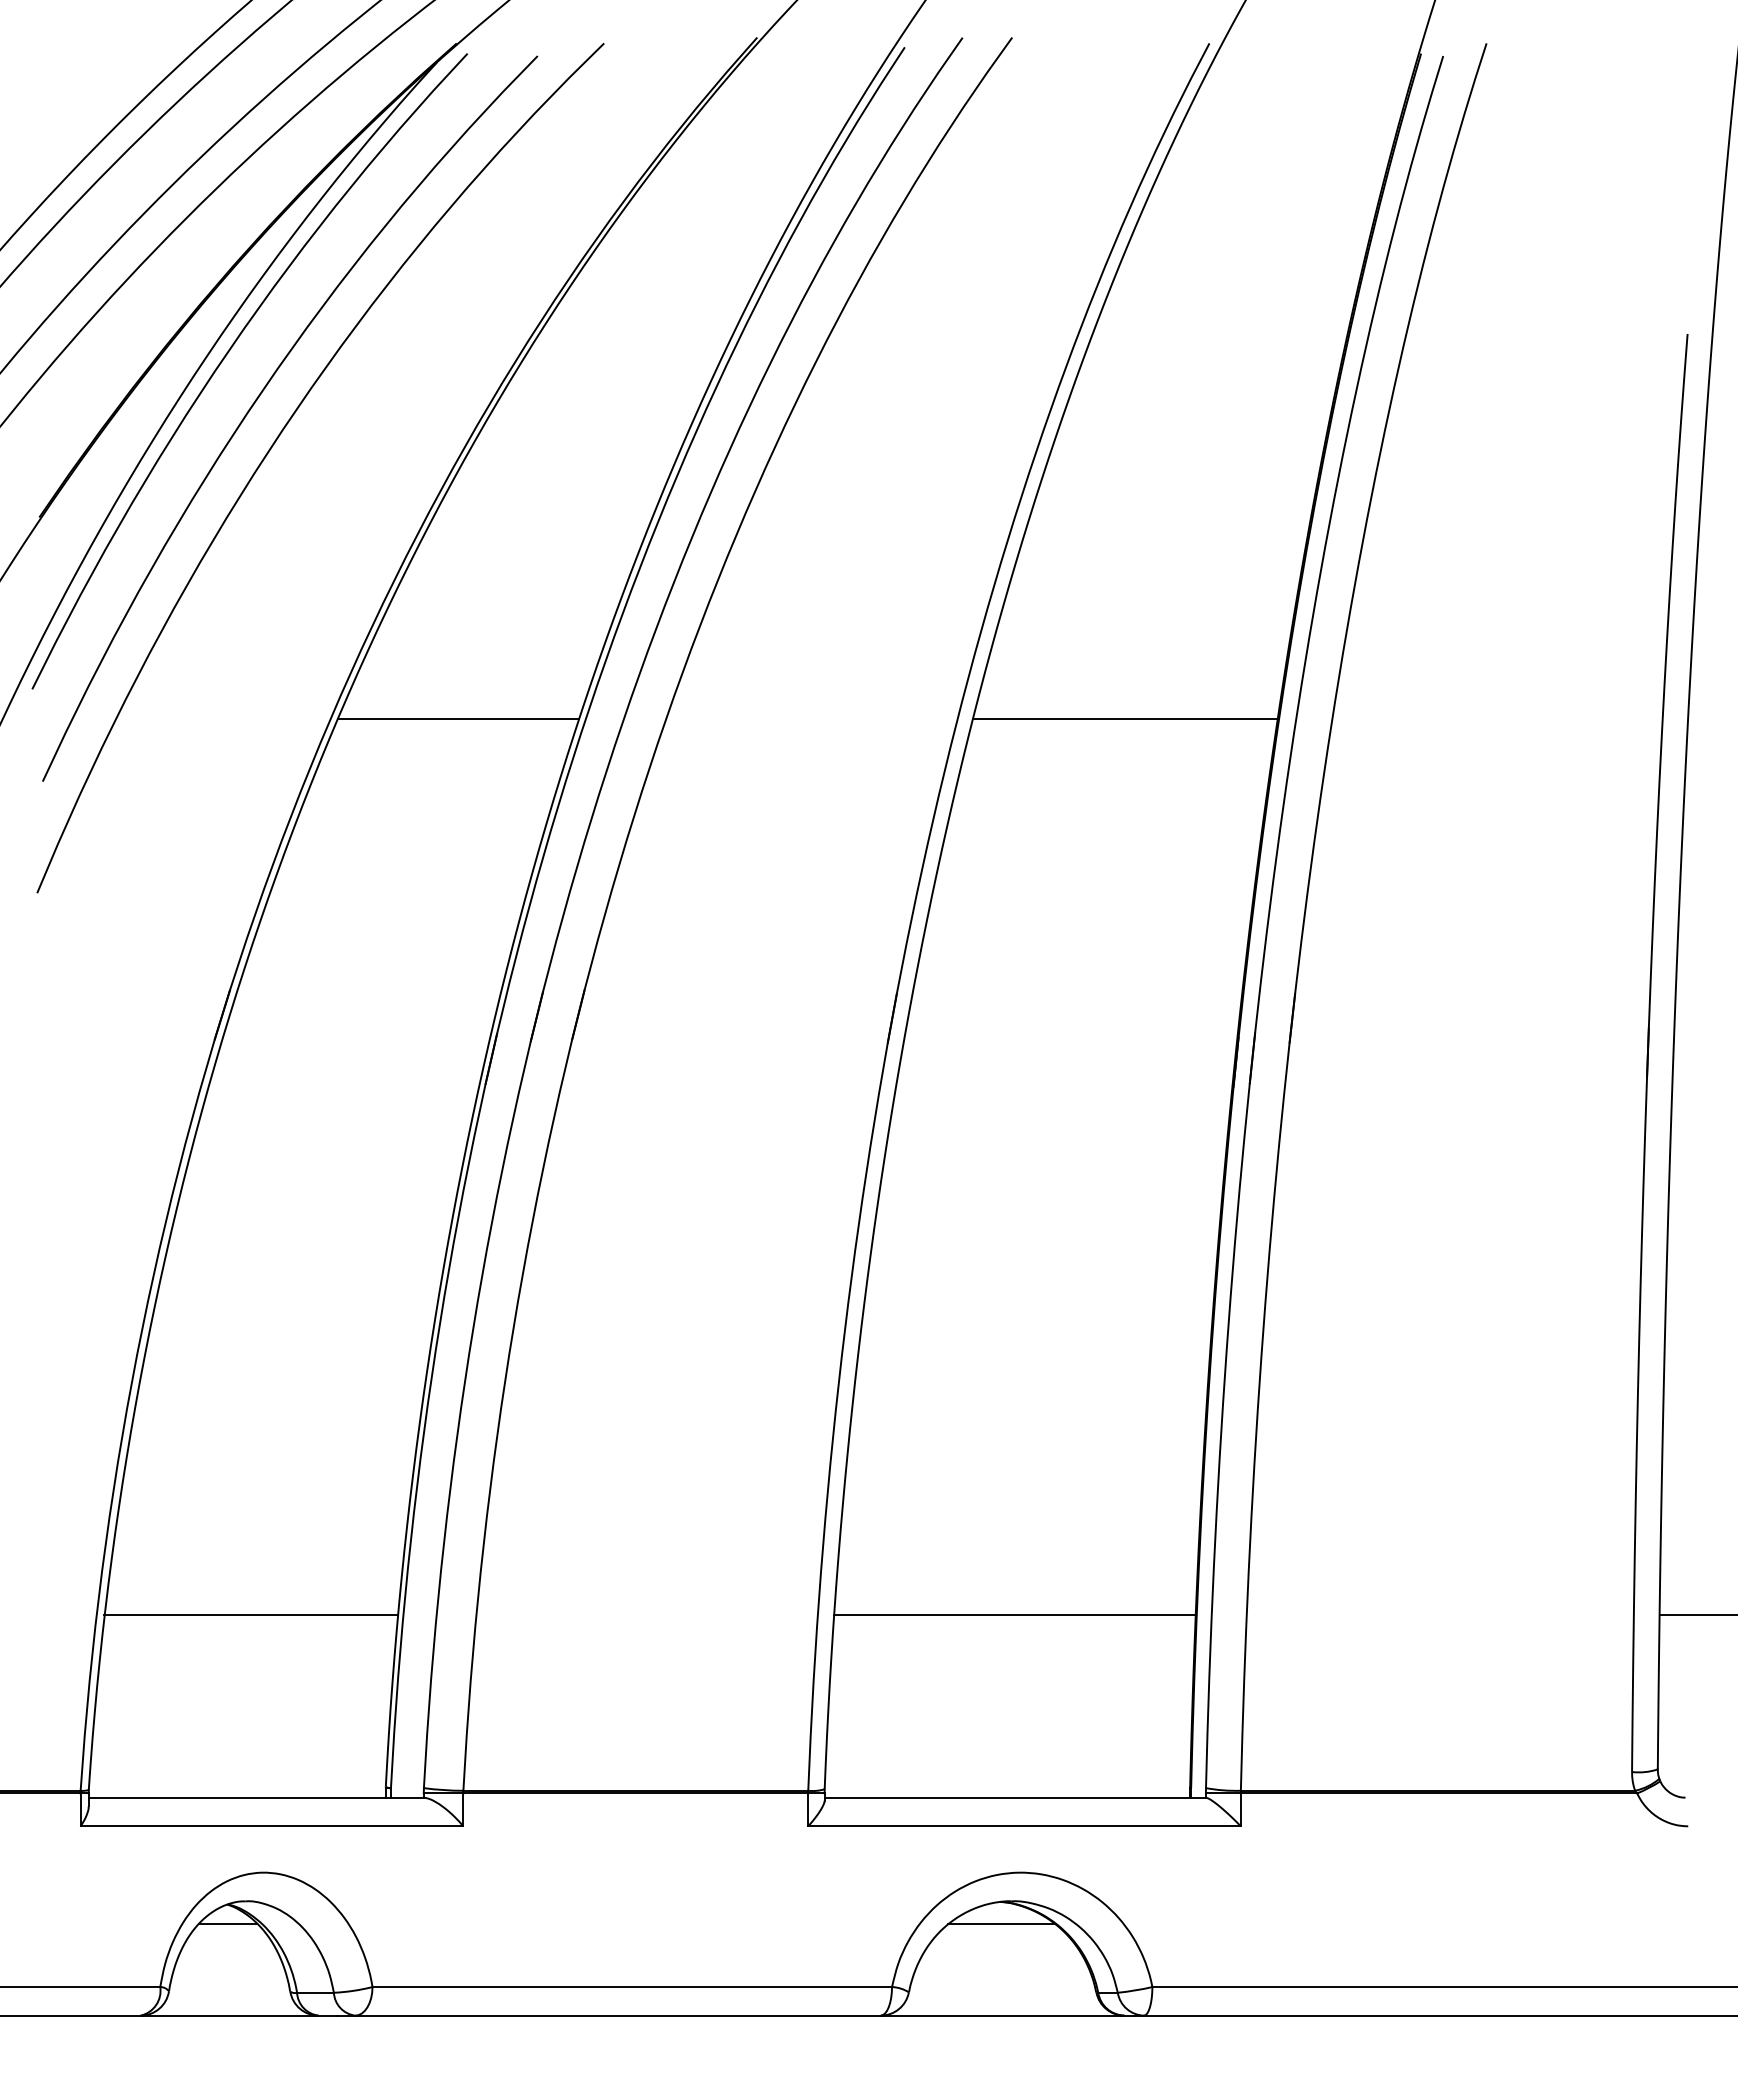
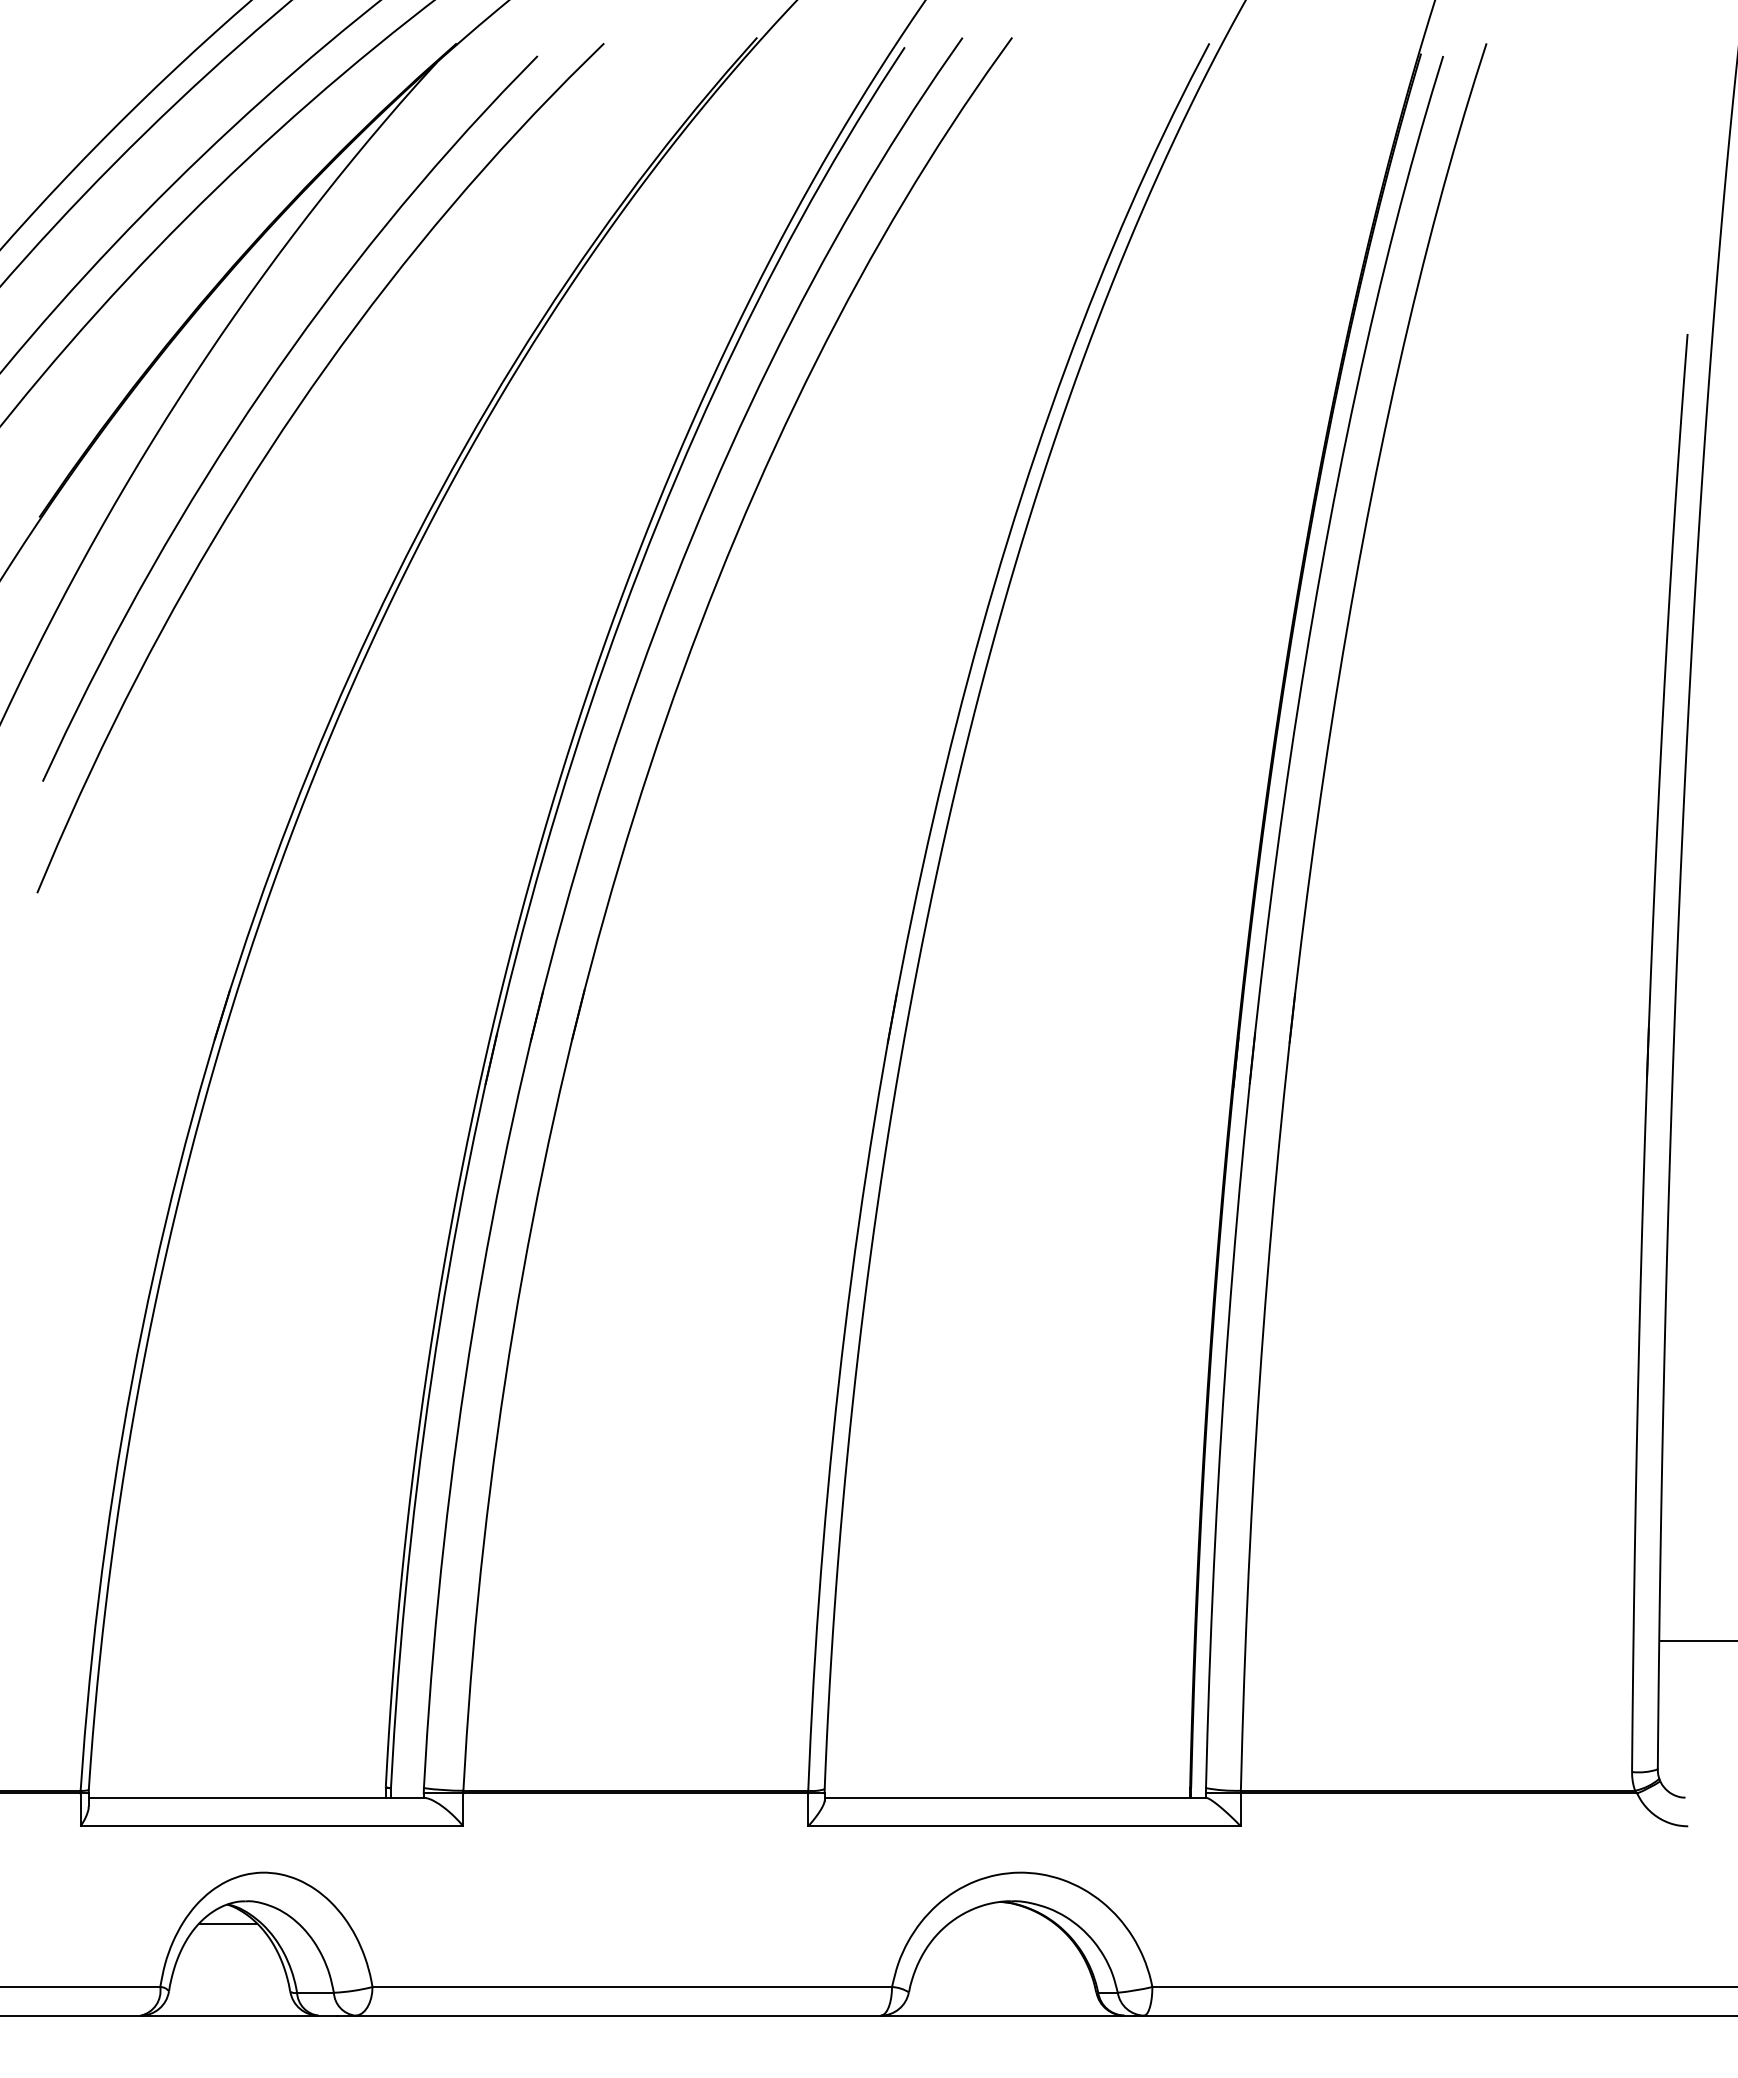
curve at (226, 356): present -> none
line at (458, 719): present -> none
line at (1124, 719): present -> none
line at (250, 1615): present -> none
line at (1014, 1615): present -> none
line at (1696, 1615) position: (1696, 1615) -> (1696, 1641)
line at (1001, 1924): present -> none
